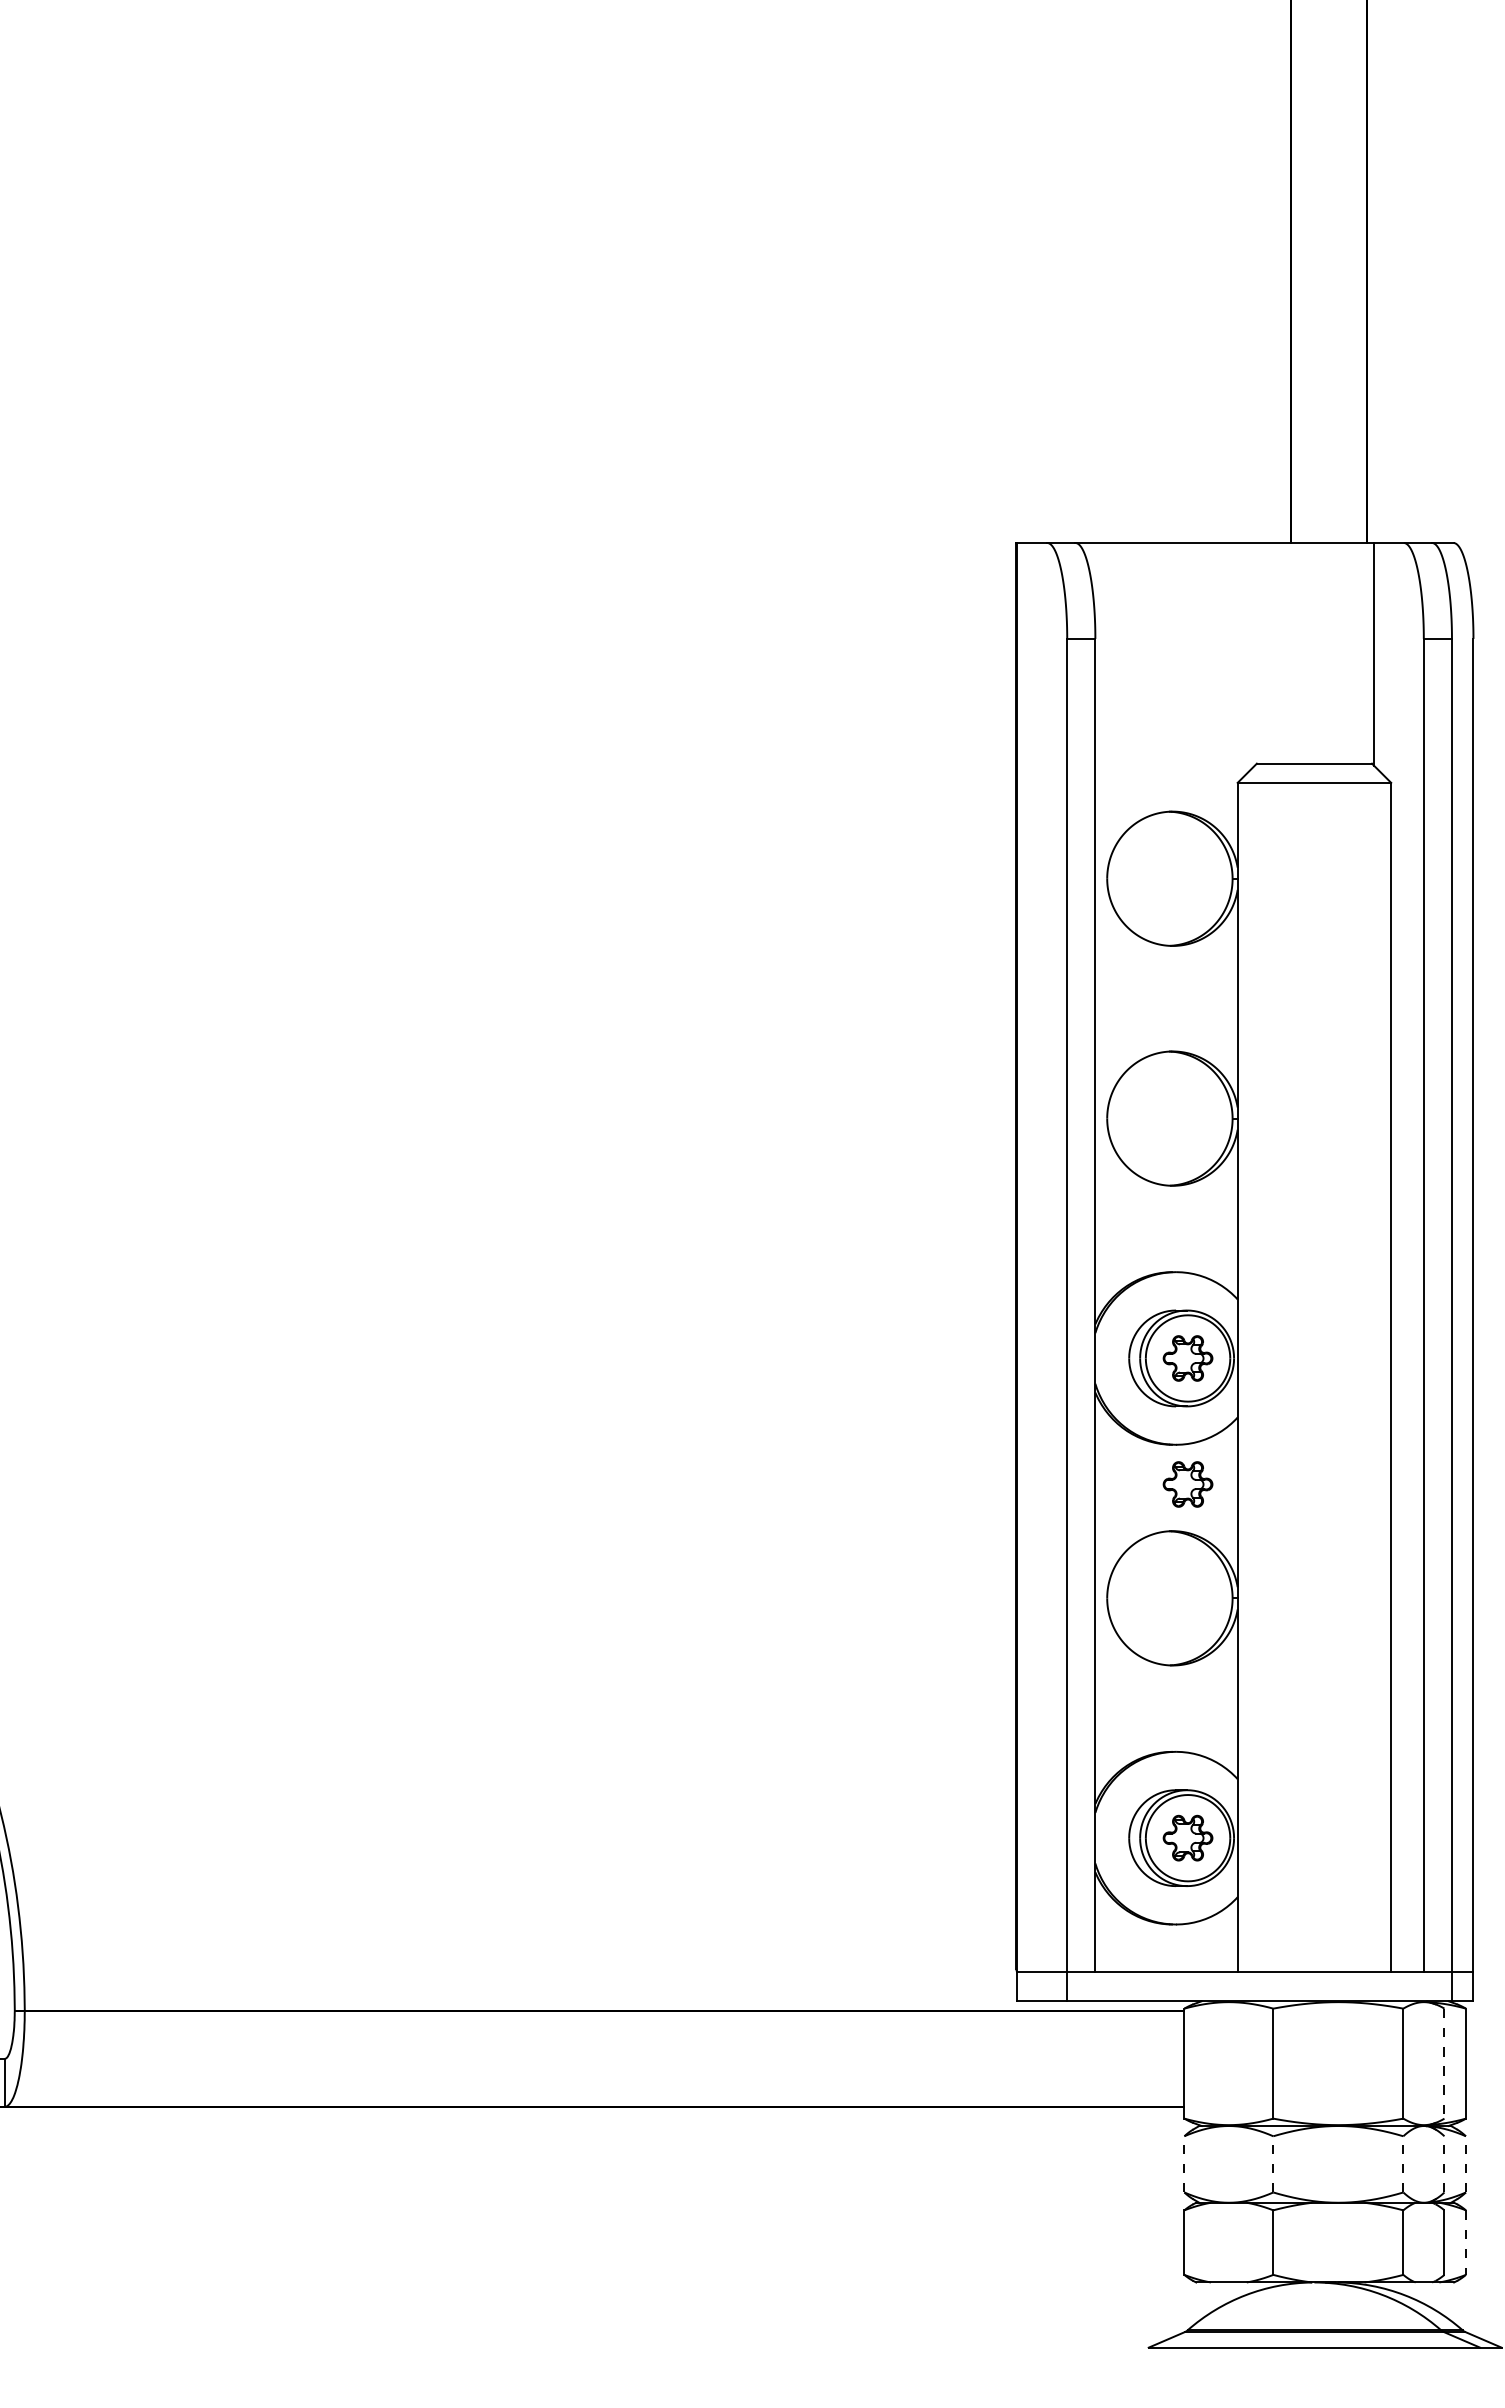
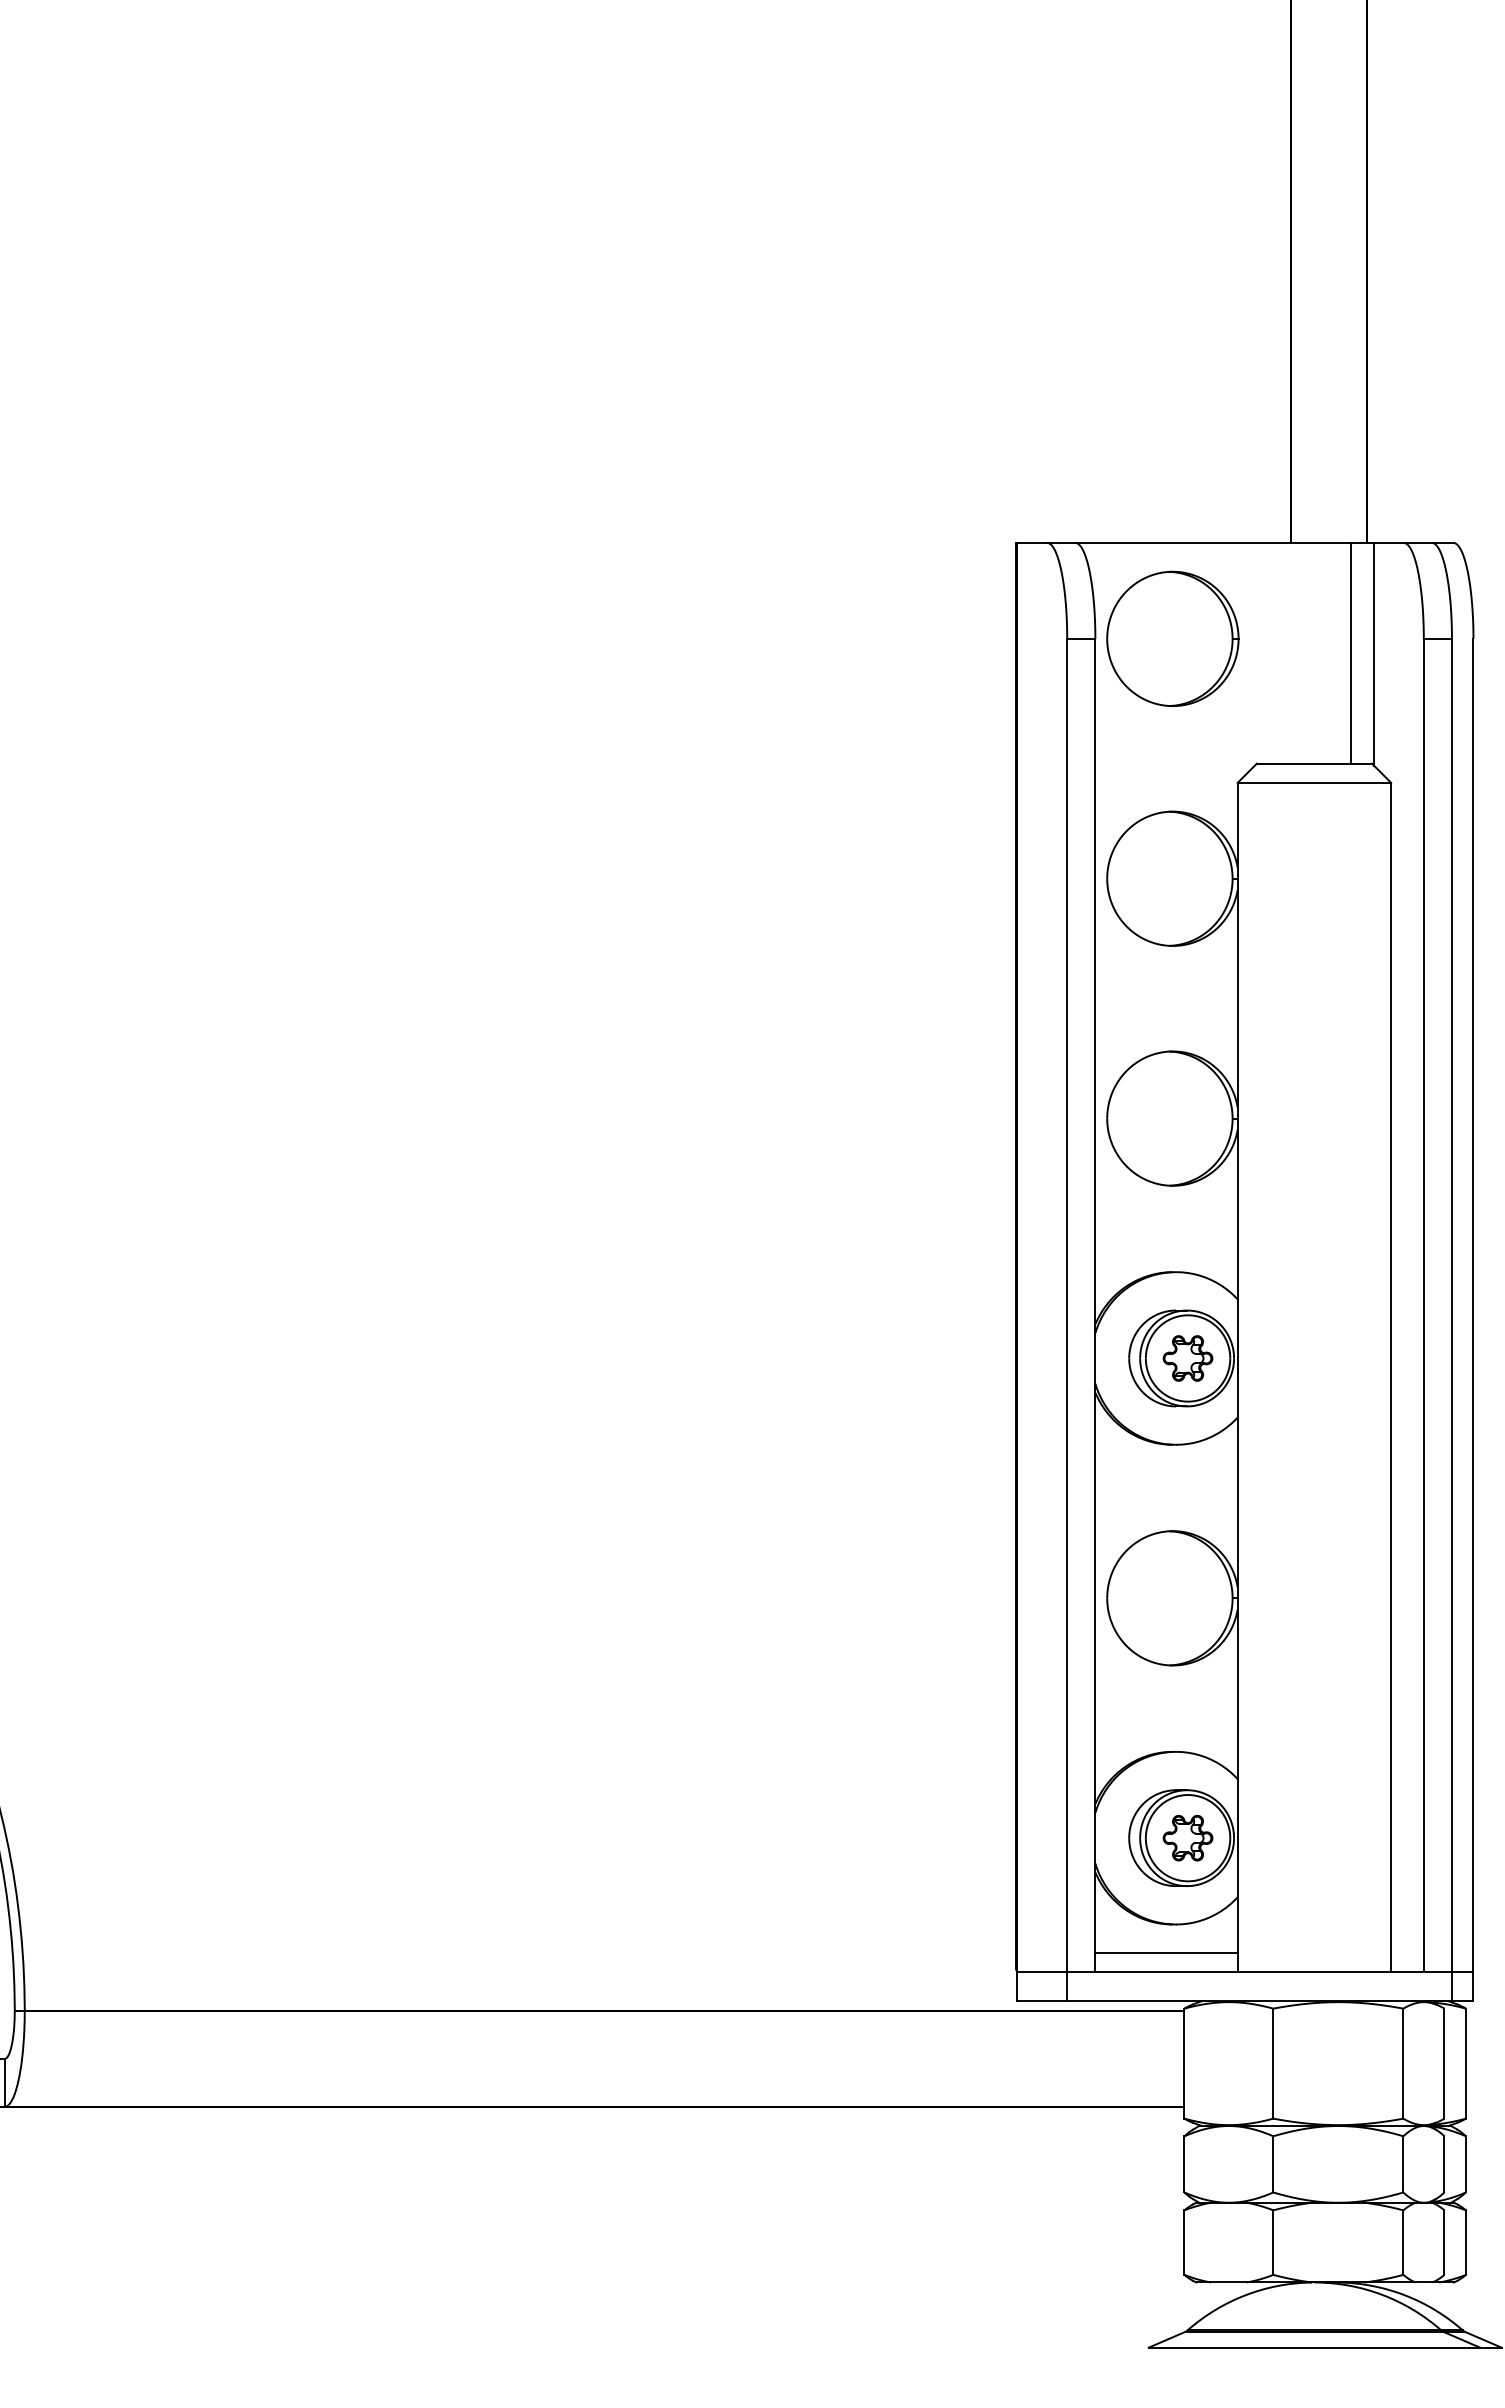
part at (1172, 638): none -> present
line at (1351, 653): none -> present
part at (1187, 1484): present -> none
line at (1166, 1953): none -> present
line at (1444, 2064): dashed -> solid
line at (1184, 2163): dashed -> solid
line at (1273, 2163): dashed -> solid
line at (1403, 2163): dashed -> solid
line at (1444, 2163): dashed -> solid
line at (1465, 2163): dashed -> solid
line at (1465, 2243): dashed -> solid
